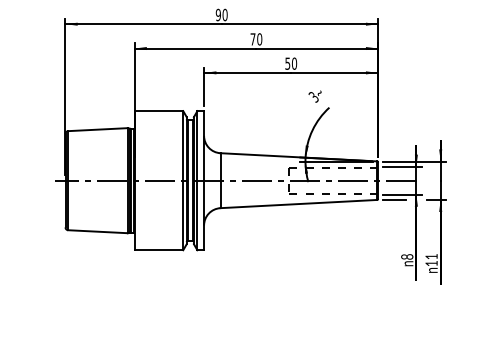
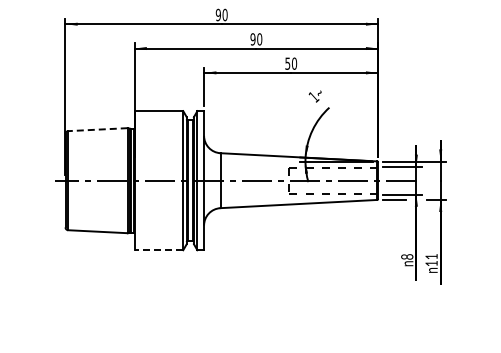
text at (252, 39): 70 -> 90
text at (313, 97): 3 -> 1
line at (97, 129): solid -> dashed
line at (158, 250): solid -> dashed
